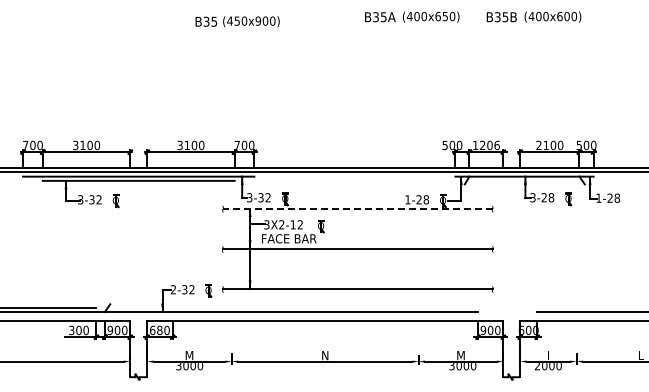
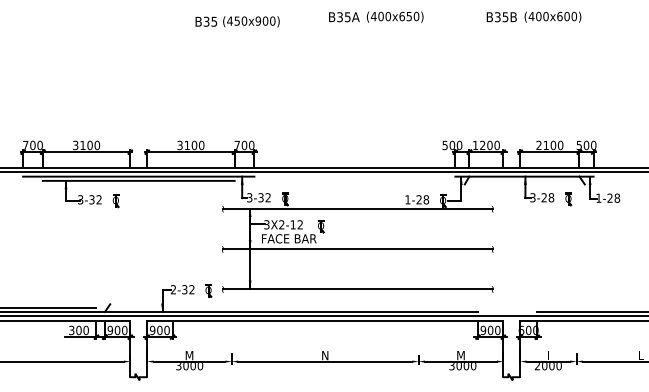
text at (412, 16) position: (412, 16) -> (376, 16)
text at (496, 144): 1206 -> 1200
line at (357, 208): dashed -> solid
line at (323, 316): none -> present
text at (155, 330): 680 -> 900
